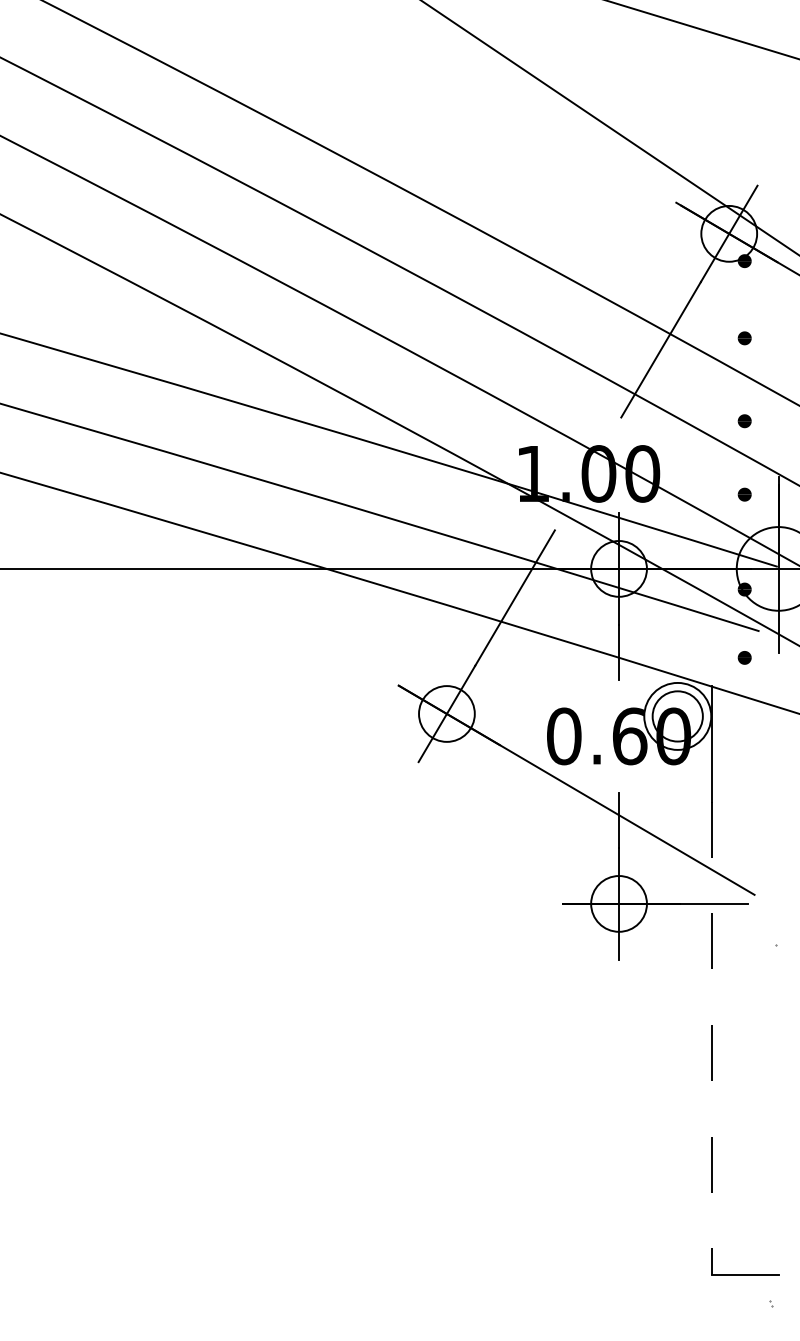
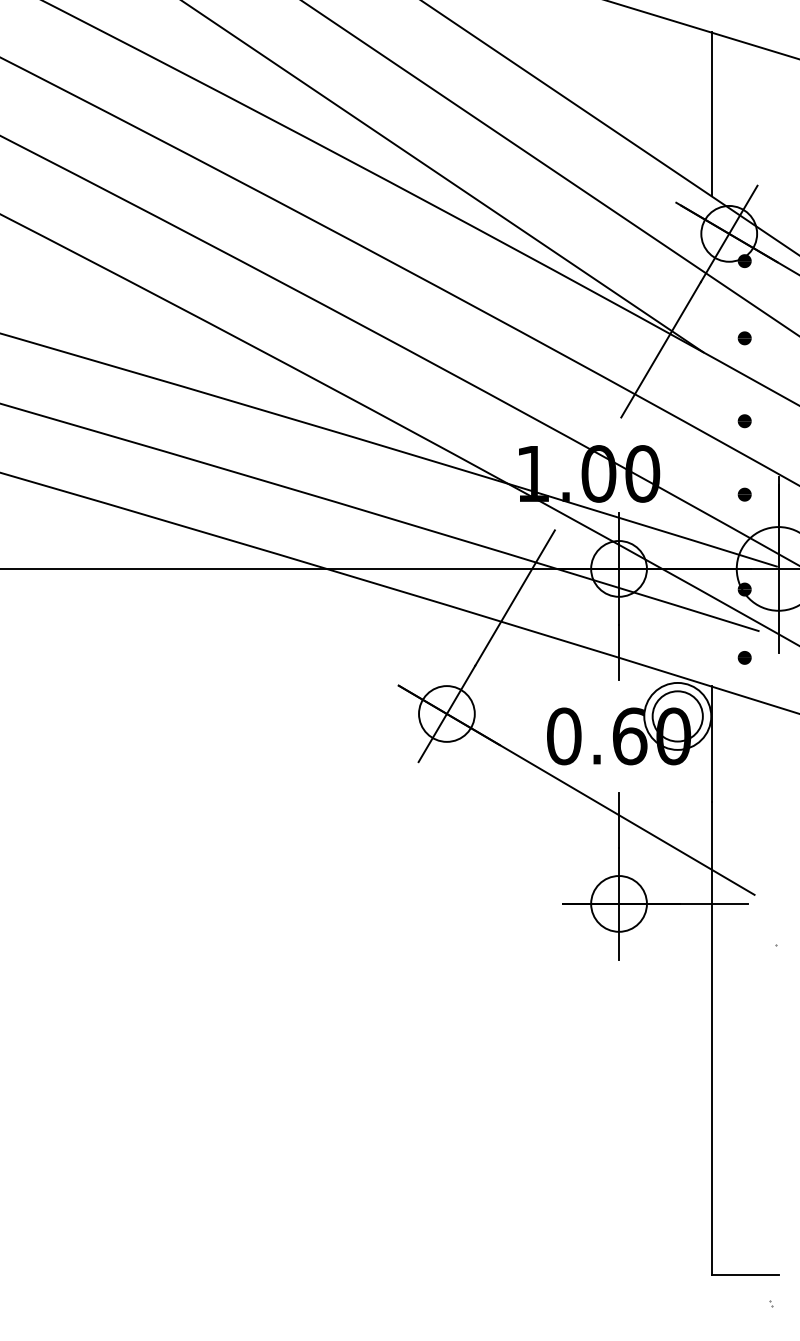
line at (711, 114): none -> present
line at (550, 168): none -> present
line at (443, 177): none -> present
line at (711, 1038): dashed -> solid
